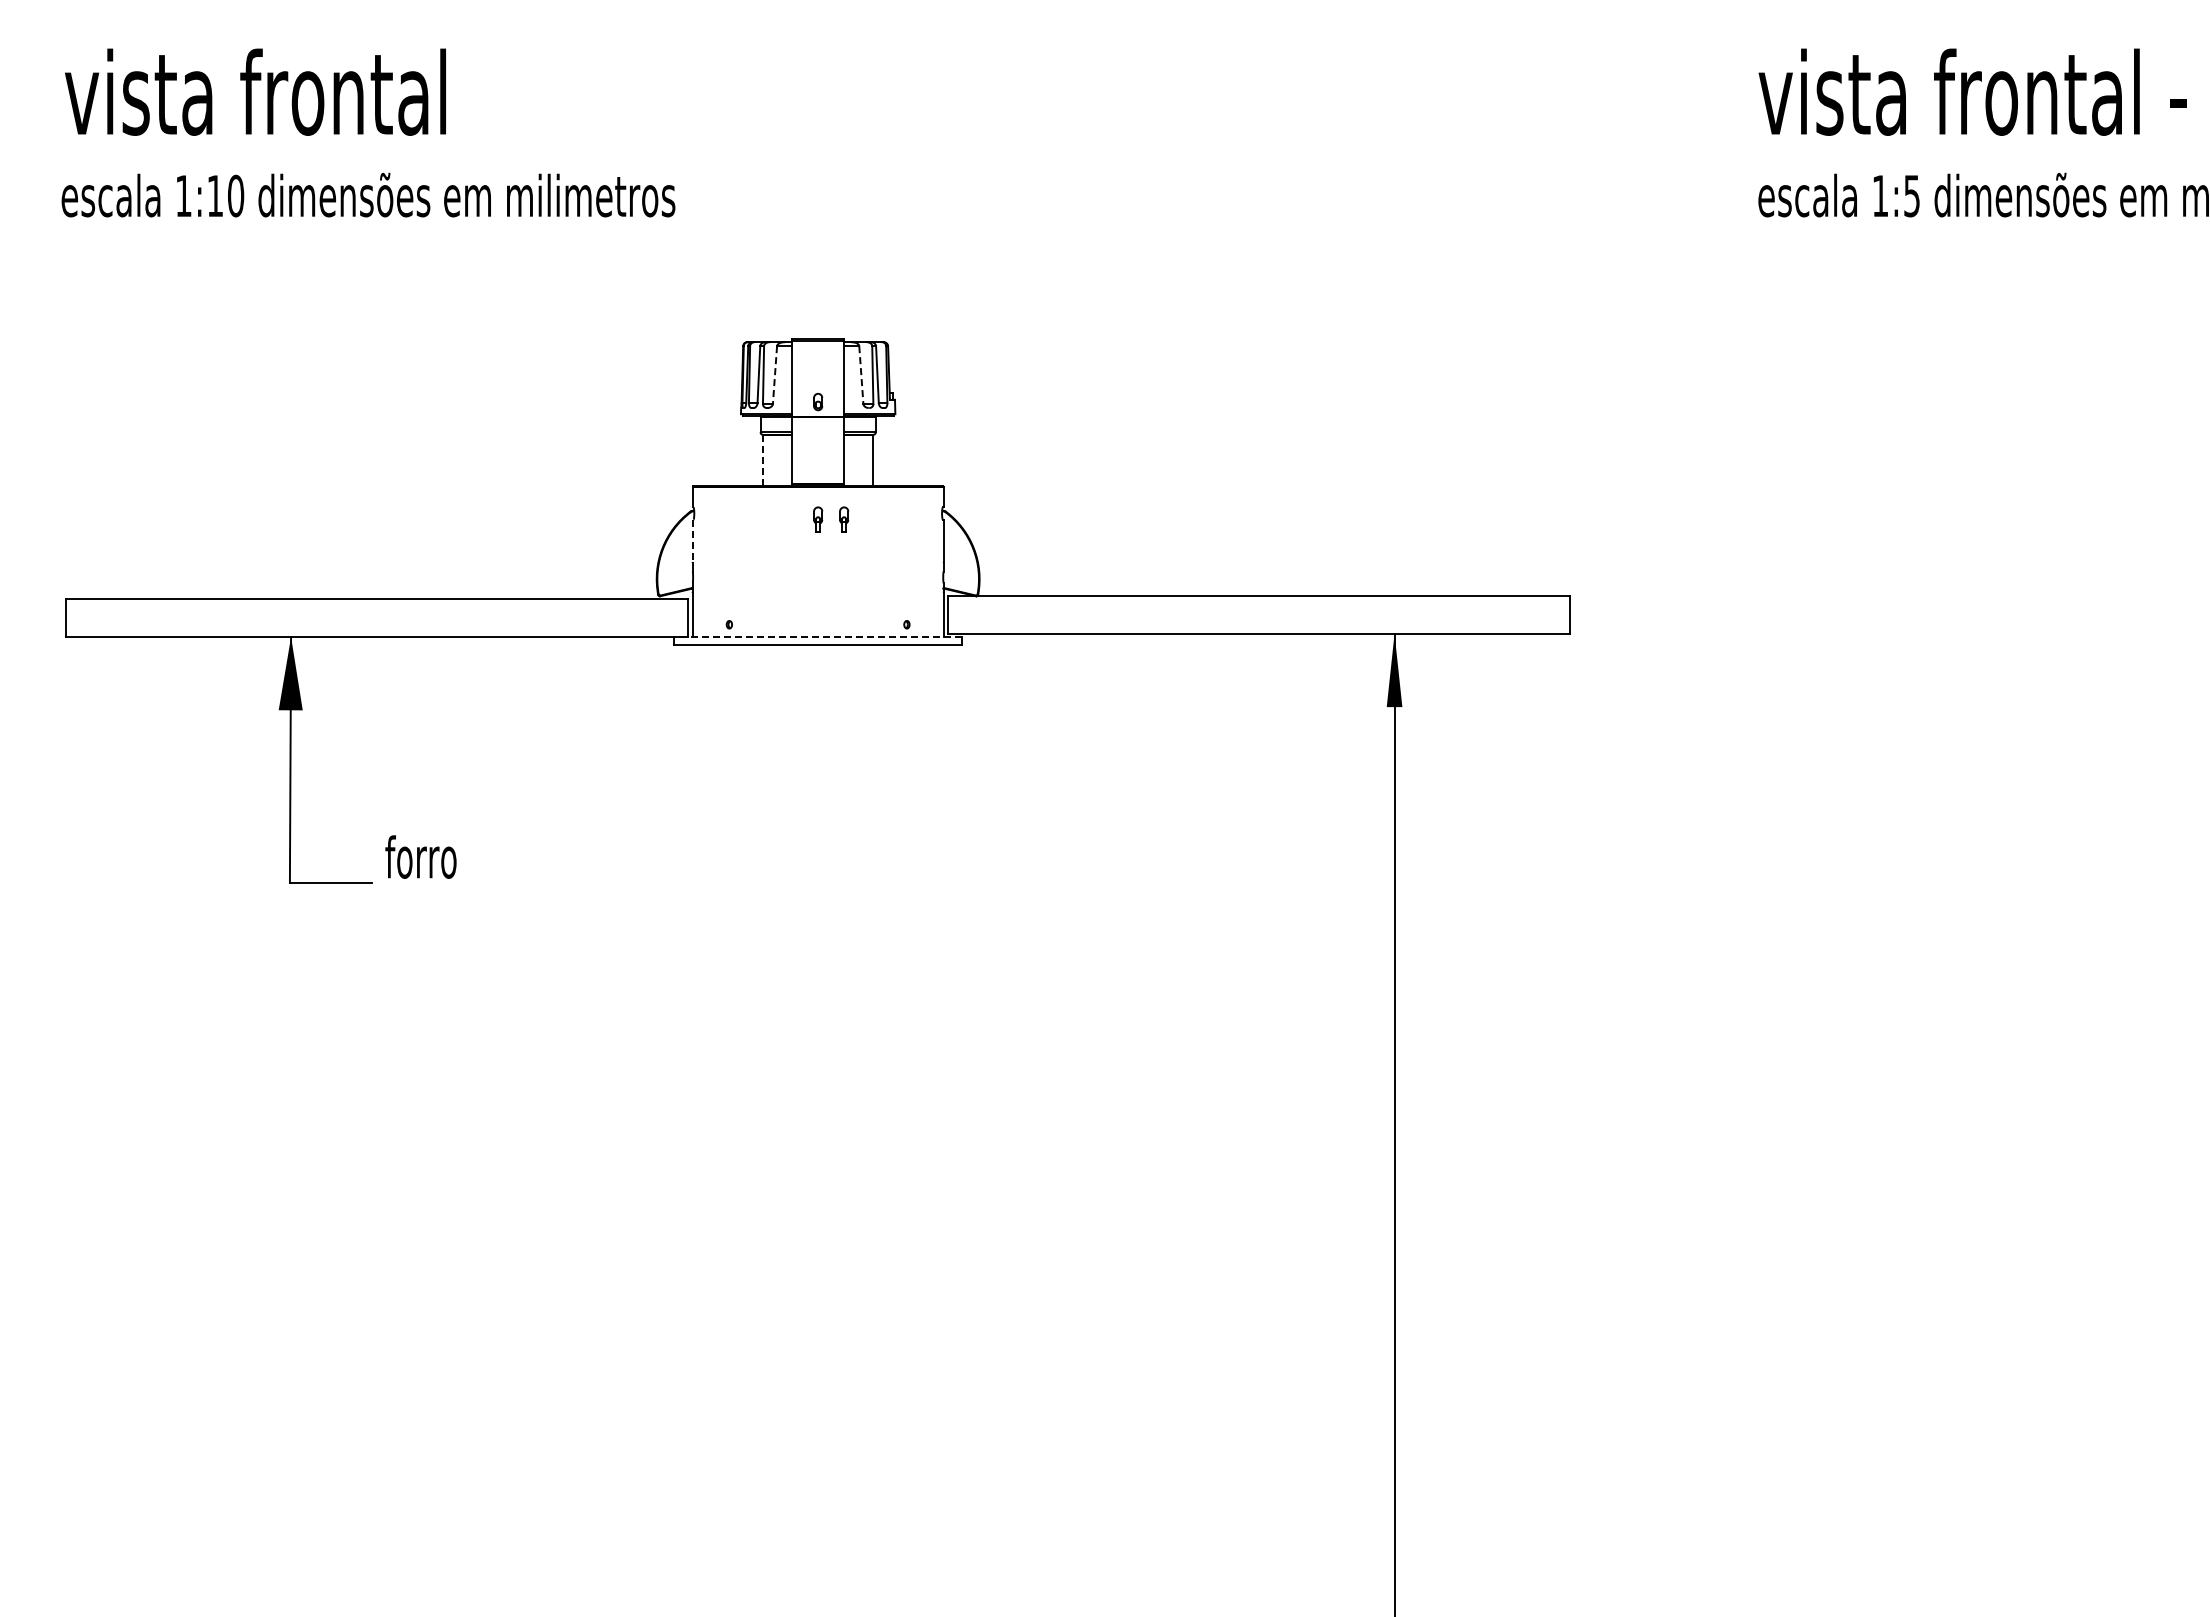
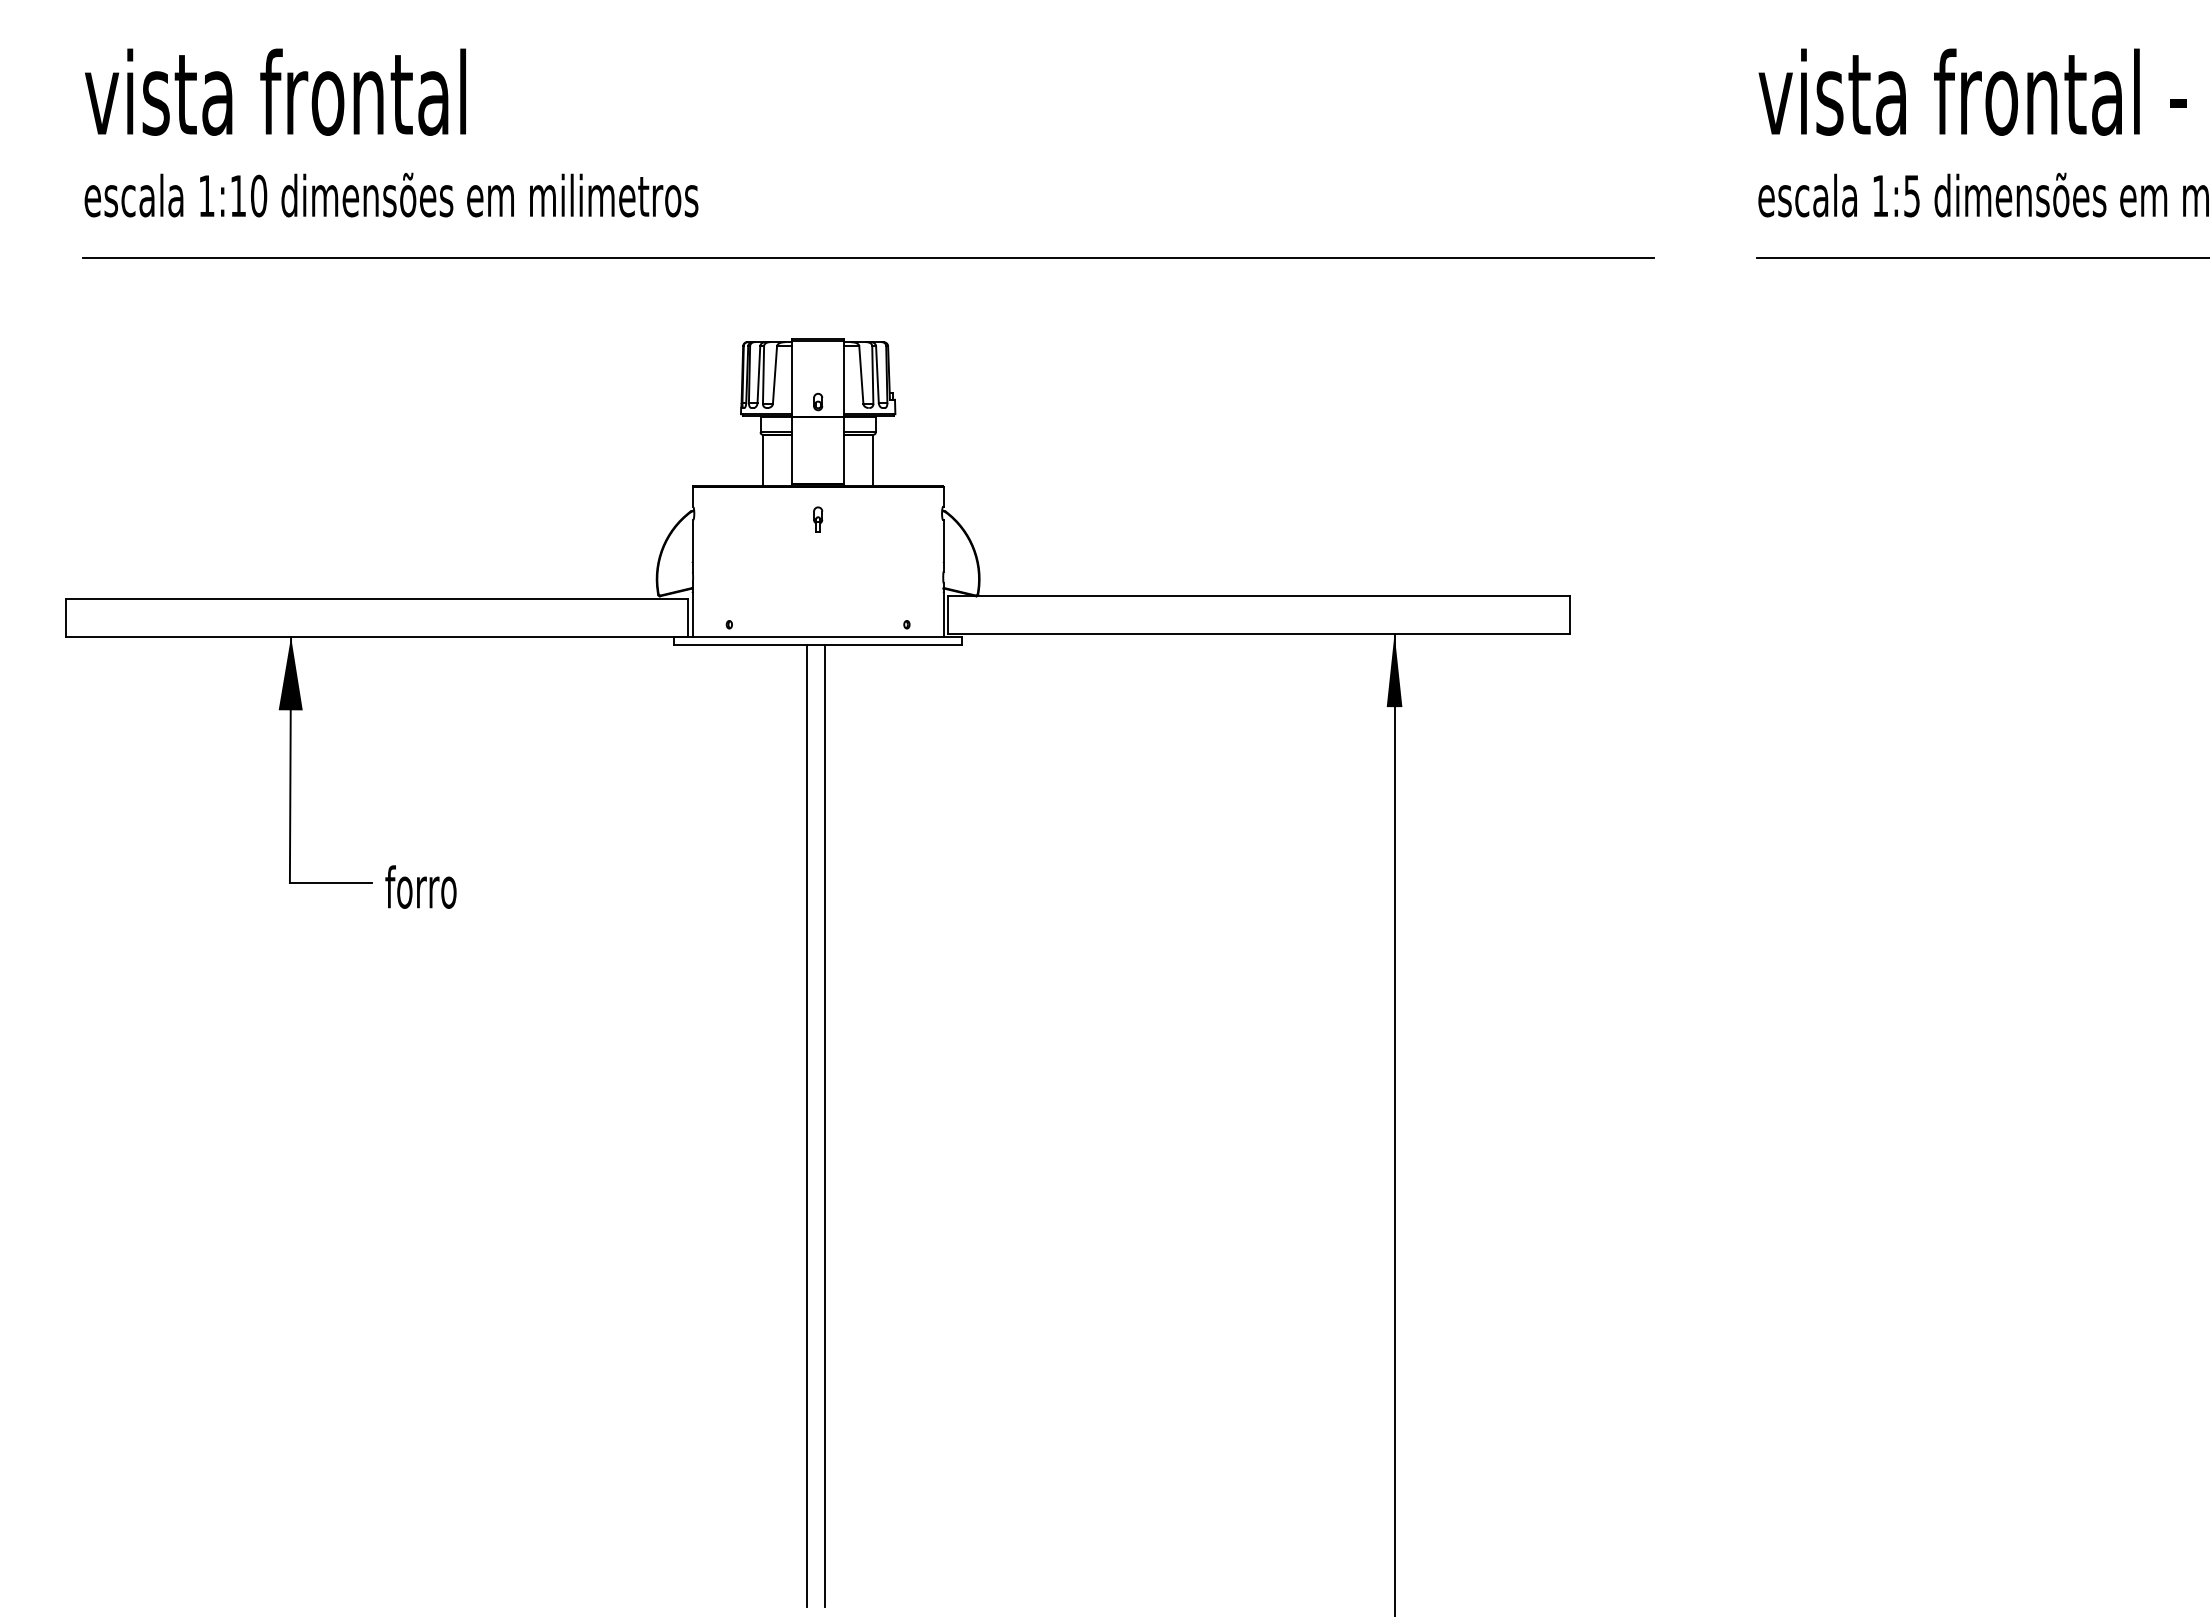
text at (255, 91) position: (255, 91) -> (275, 91)
text at (368, 194) position: (368, 194) -> (391, 194)
line at (867, 257): none -> present
line at (1981, 257): none -> present
line at (775, 375): dashed -> solid
line at (861, 375): dashed -> solid
line at (763, 461): dashed -> solid
part at (844, 519): present -> none
line at (692, 541): dashed -> solid
line at (817, 637): dashed -> solid
text at (420, 856) position: (420, 856) -> (420, 886)
line at (806, 1126): none -> present
line at (825, 1126): none -> present
